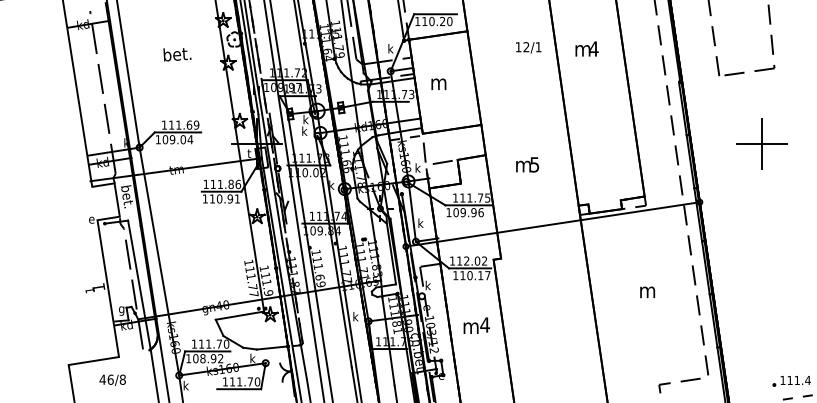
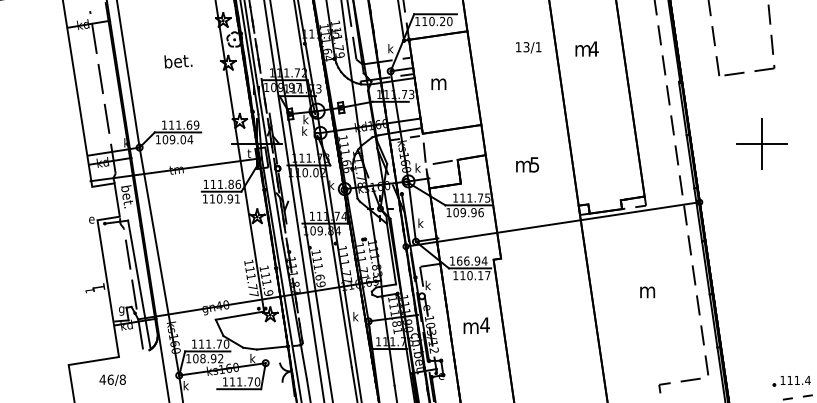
text at (526, 47): 12/1 -> 13/1
text at (177, 54) position: (177, 54) -> (178, 61)
text at (472, 260): 112.02 -> 166.94
line at (154, 373): present -> none
